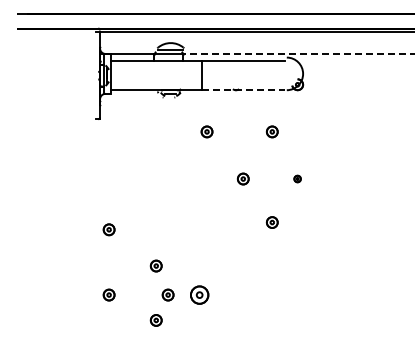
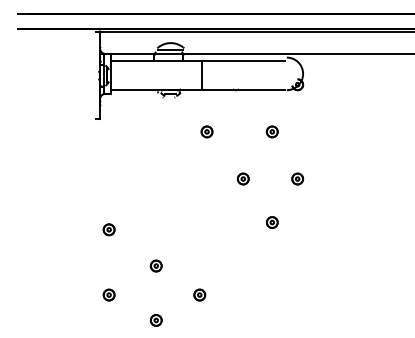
line at (298, 53): dashed -> solid
line at (243, 90): dashed -> solid
part at (297, 178) size: 9x10 px -> 13x14 px
part at (167, 294): present -> none
part at (199, 294) size: 20x20 px -> 14x14 px
